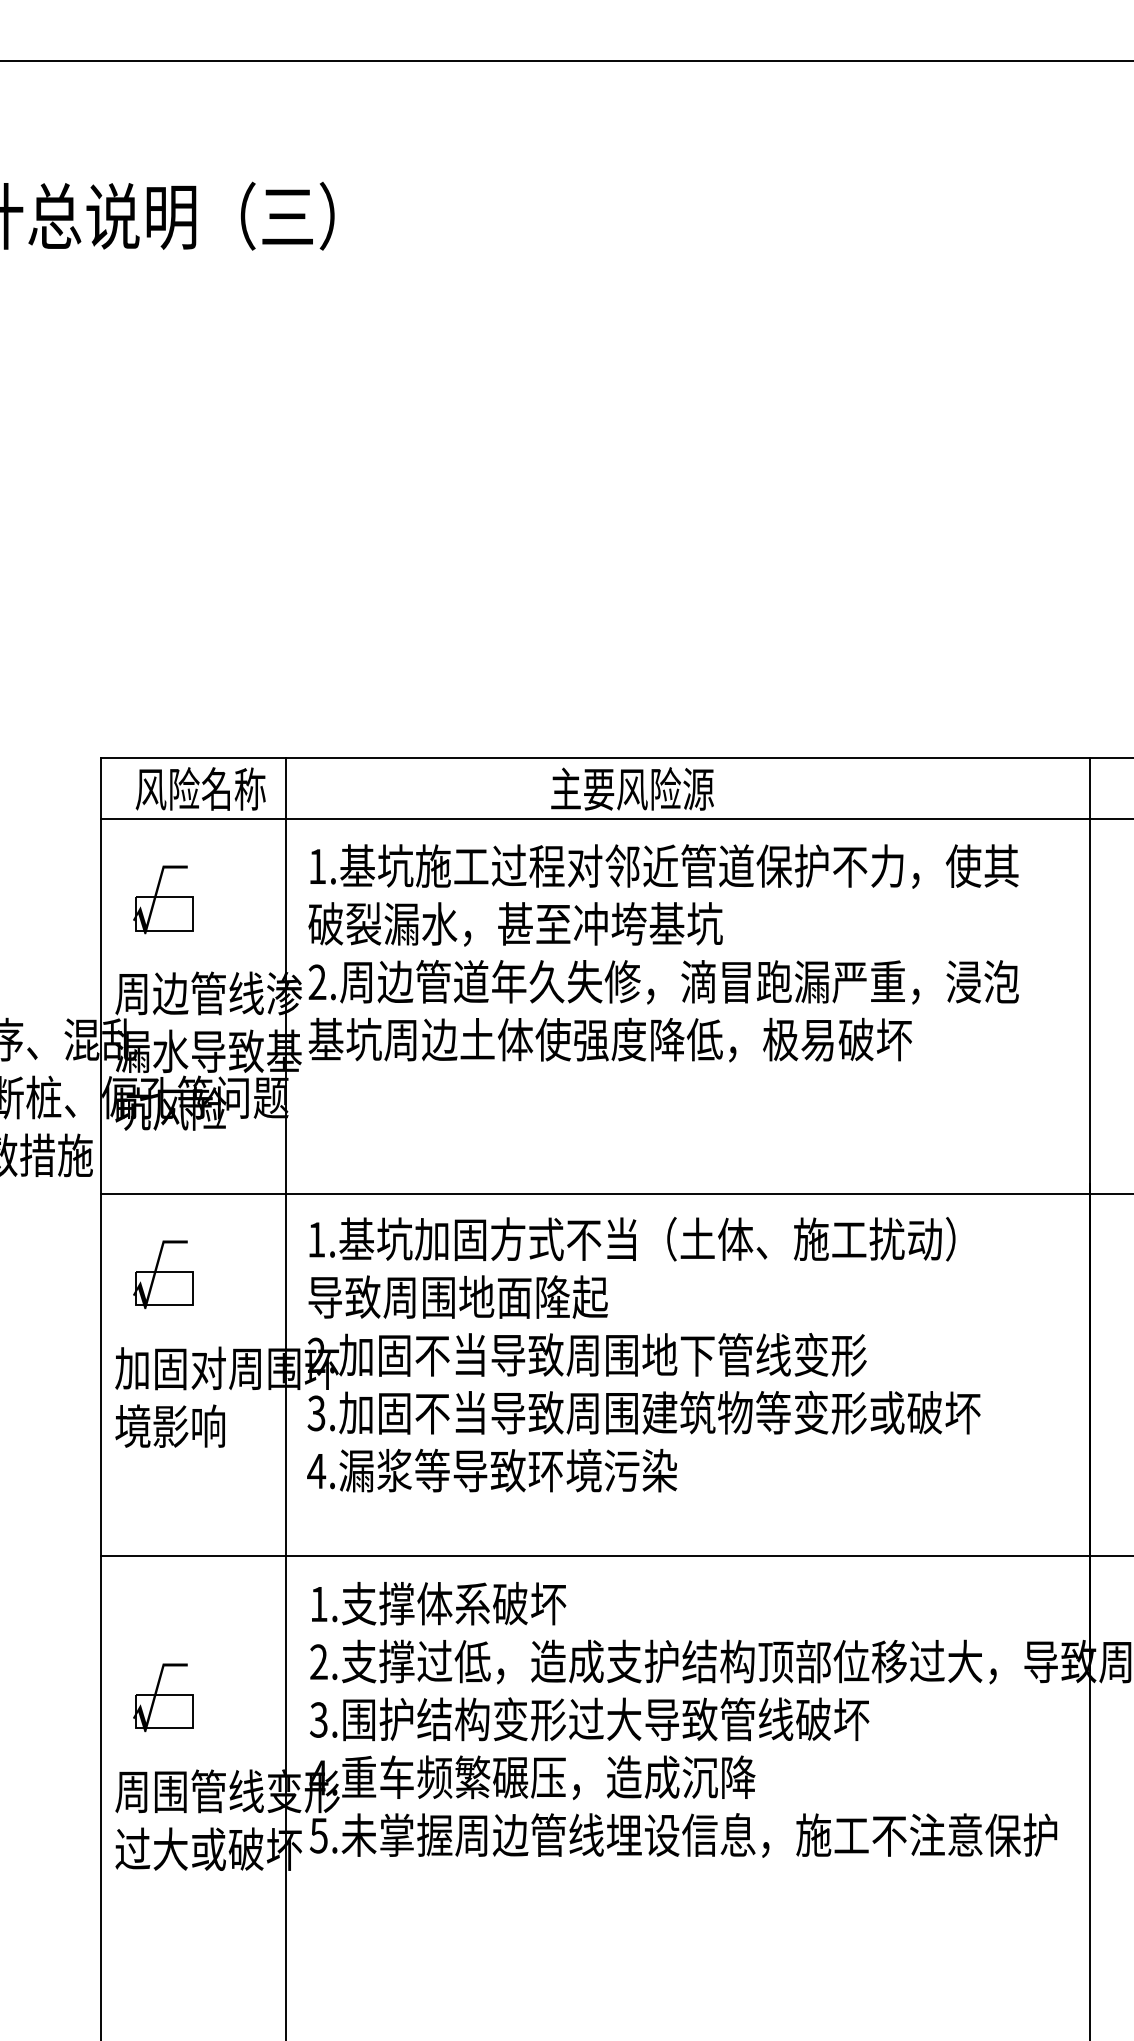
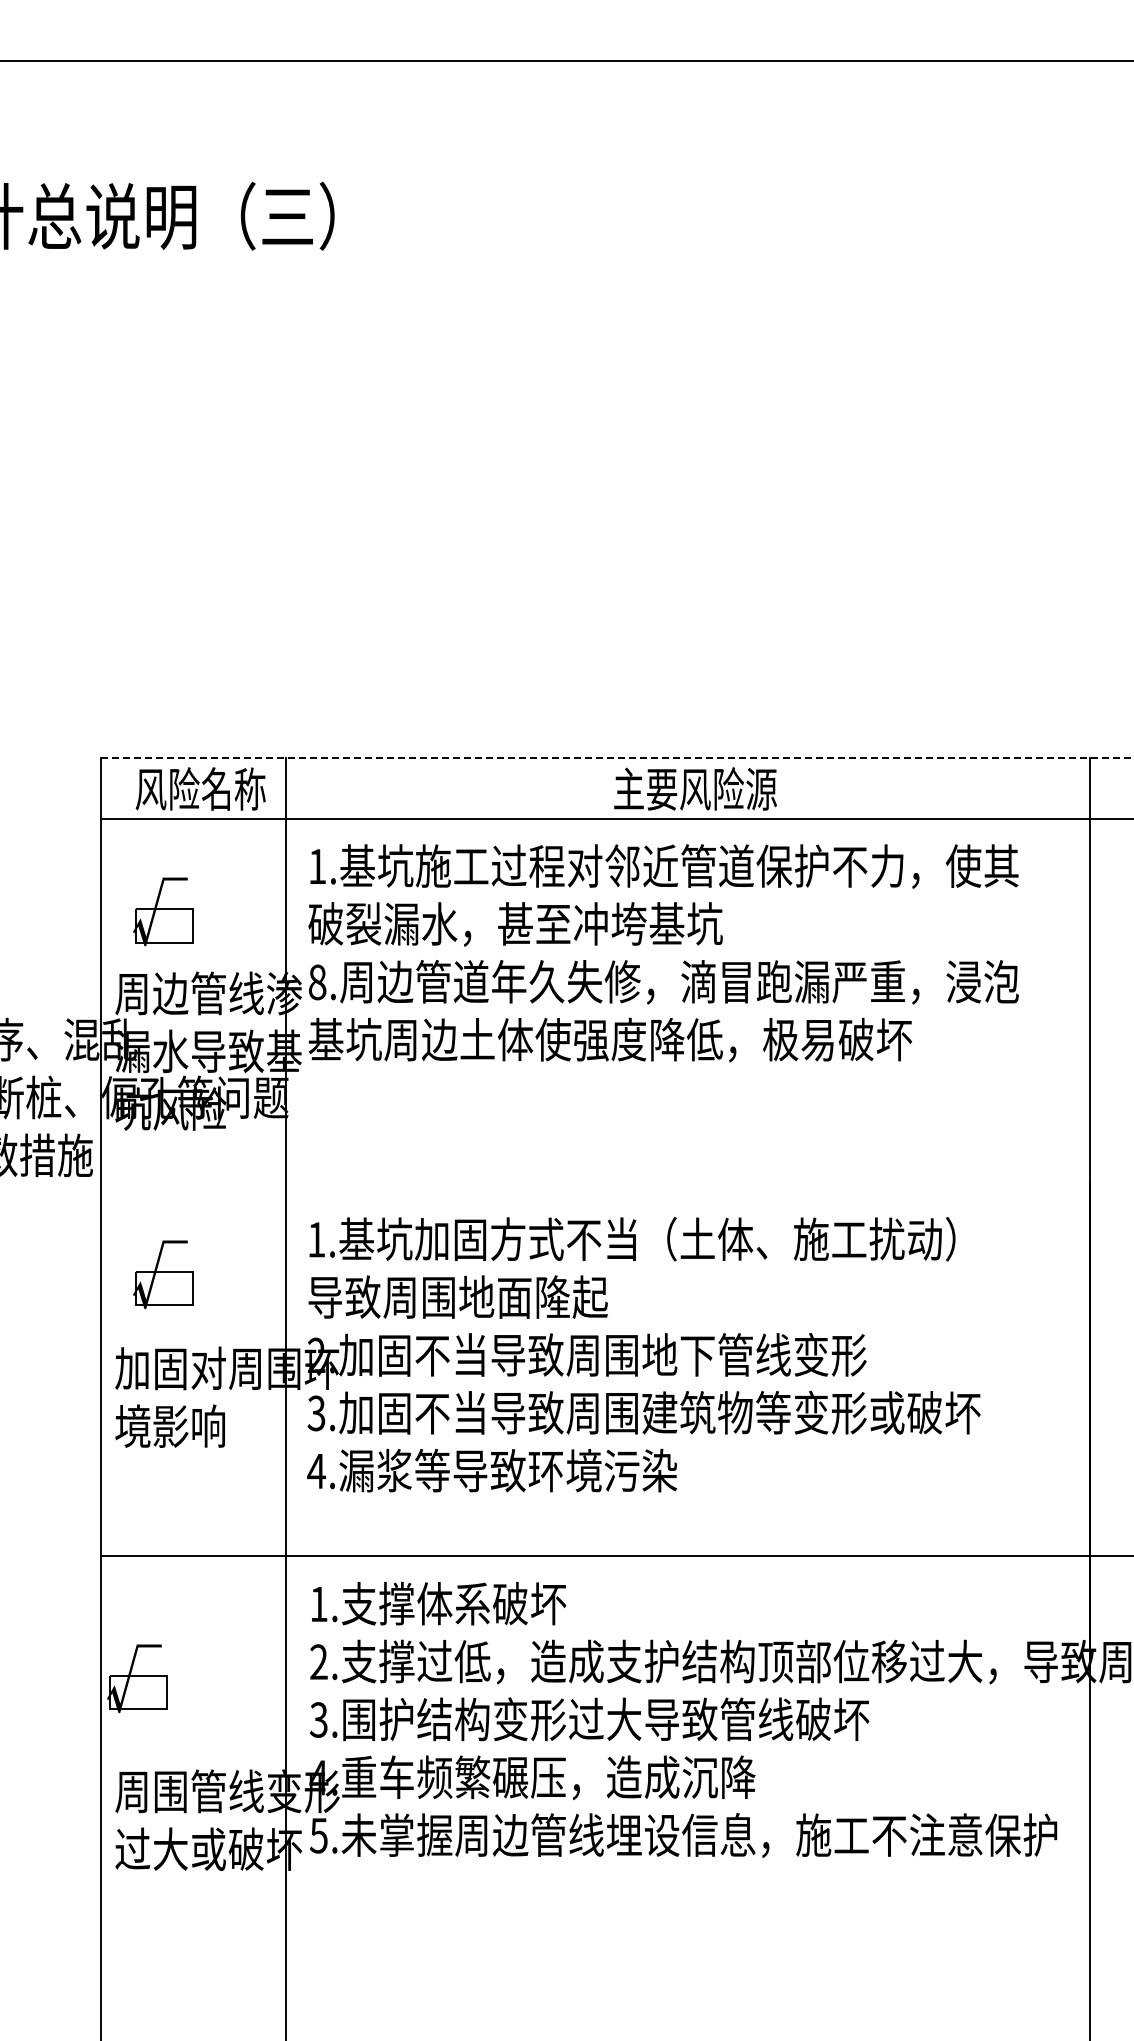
line at (617, 758): solid -> dashed
text at (632, 788) position: (632, 788) -> (695, 788)
part at (163, 899) position: (163, 899) -> (163, 911)
text at (317, 982): 2. -> 8.
line at (615, 1194): present -> none
part at (163, 1697) position: (163, 1697) -> (137, 1678)
